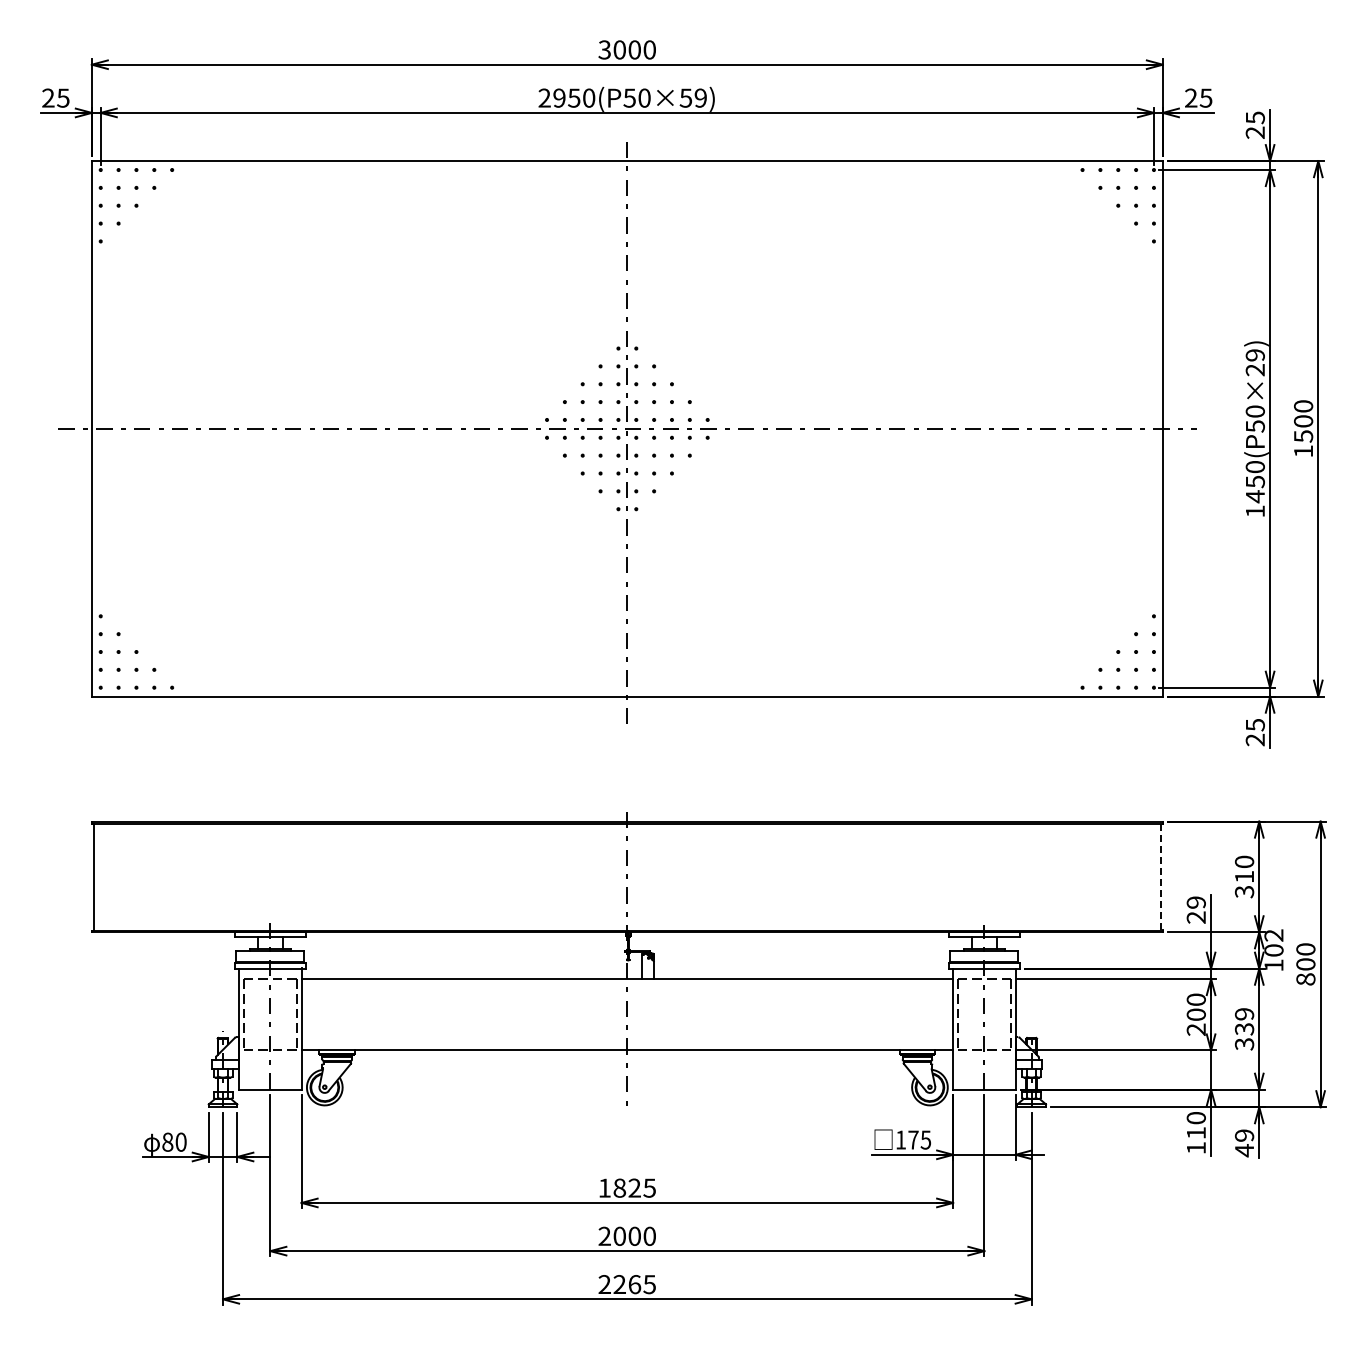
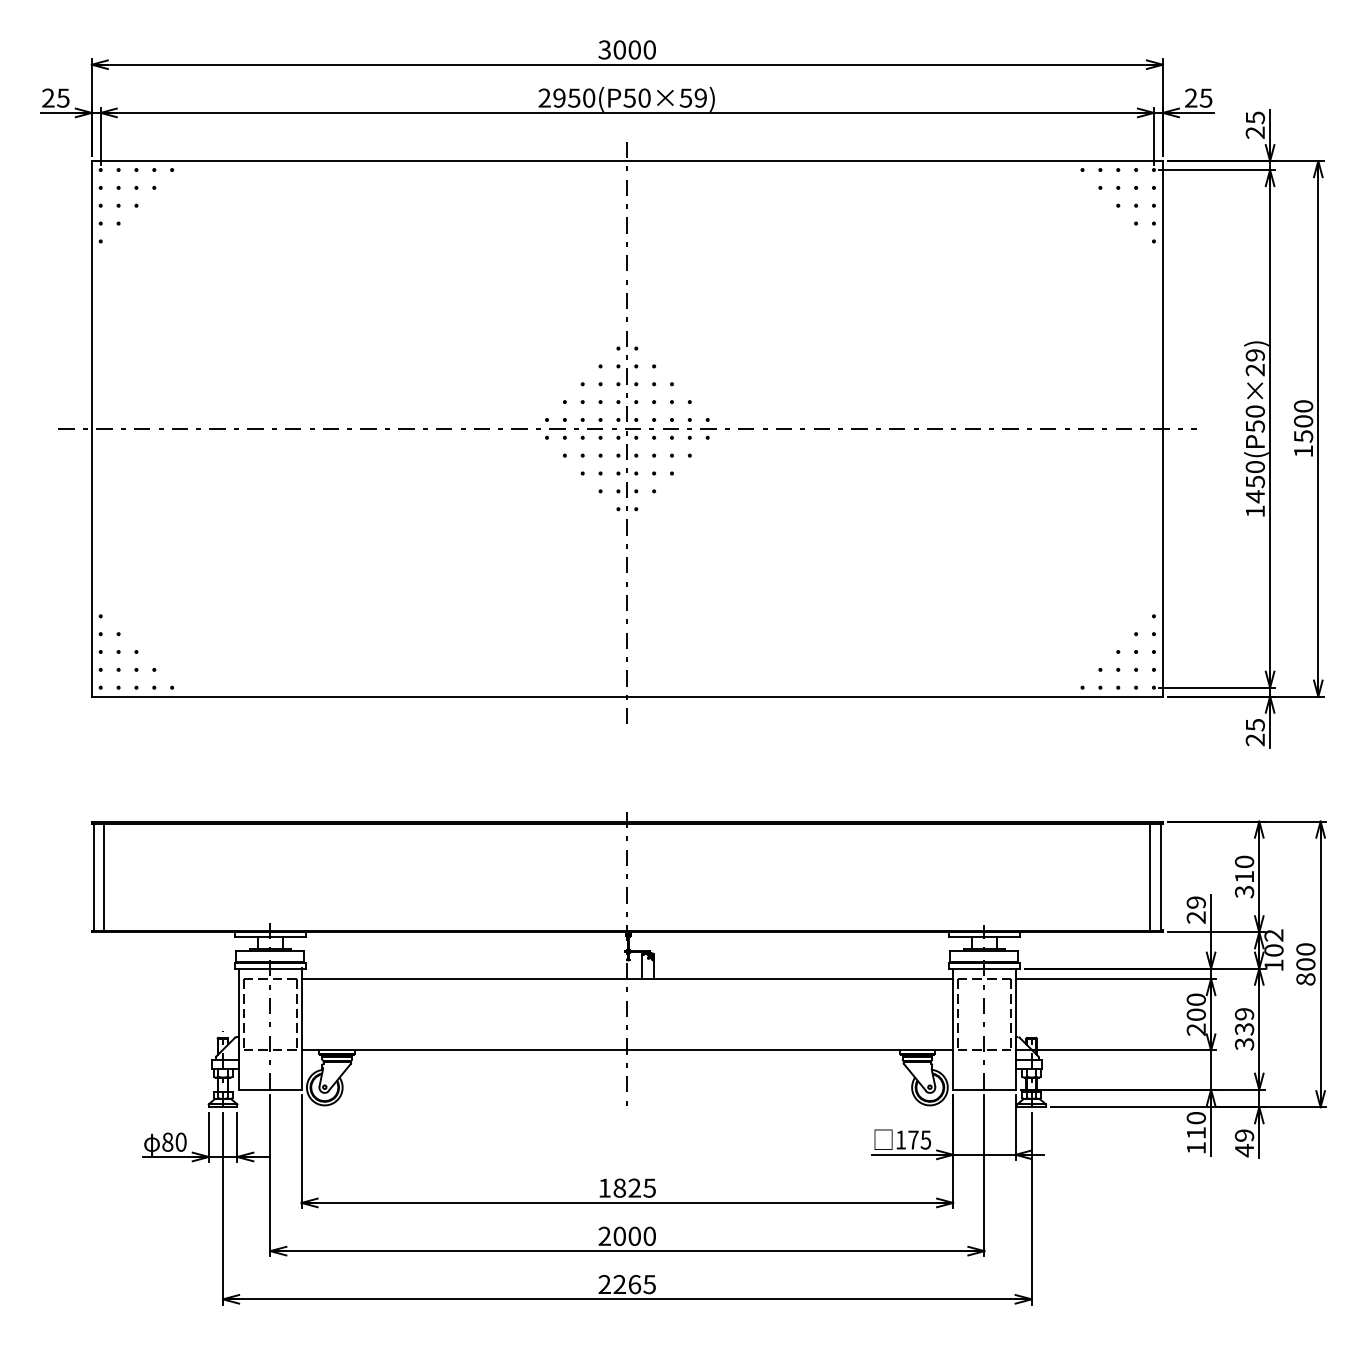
line at (104, 876): none -> present
line at (1150, 876): none -> present
line at (1161, 877): dashed -> solid
